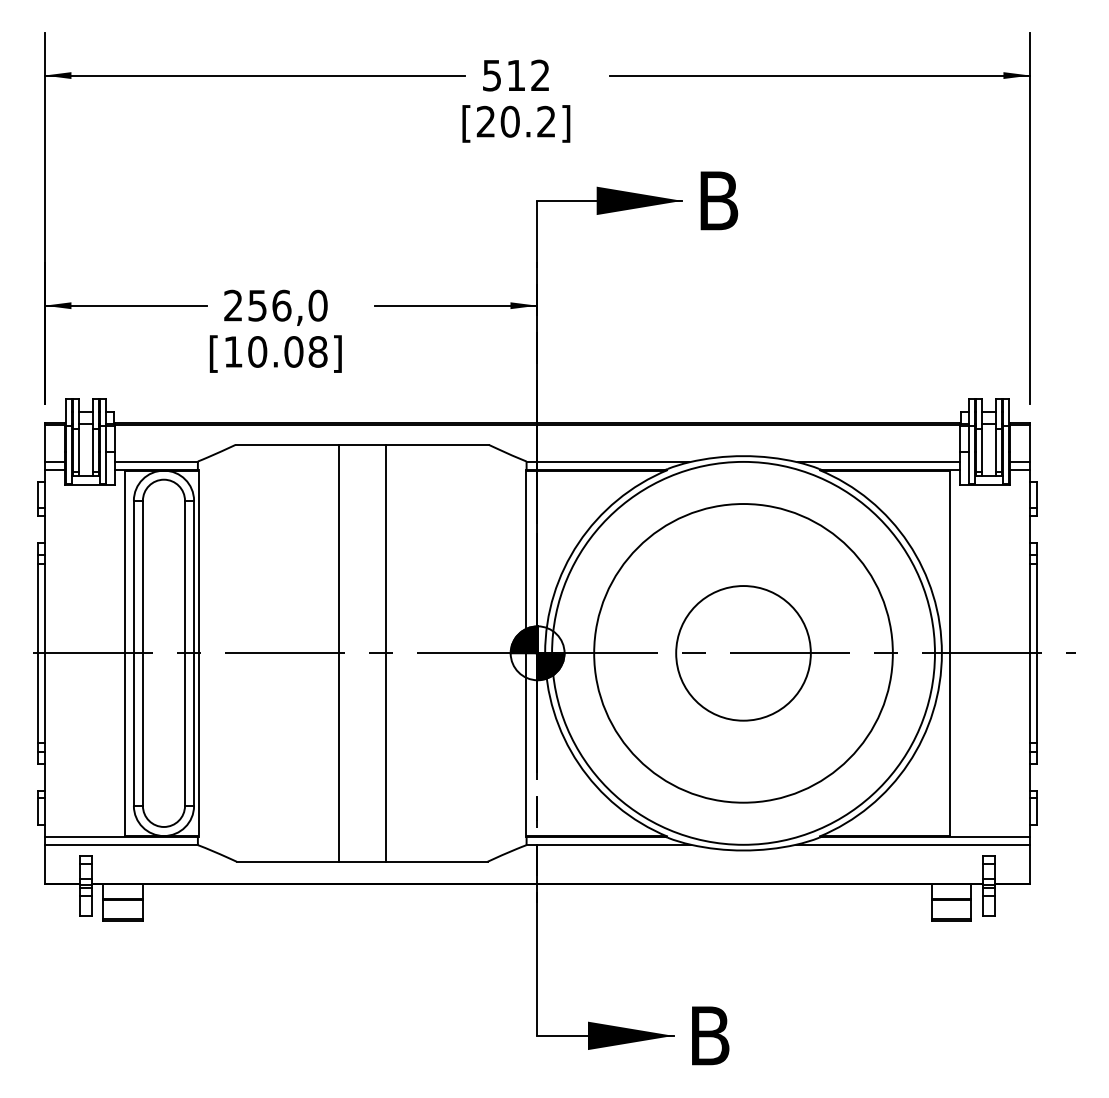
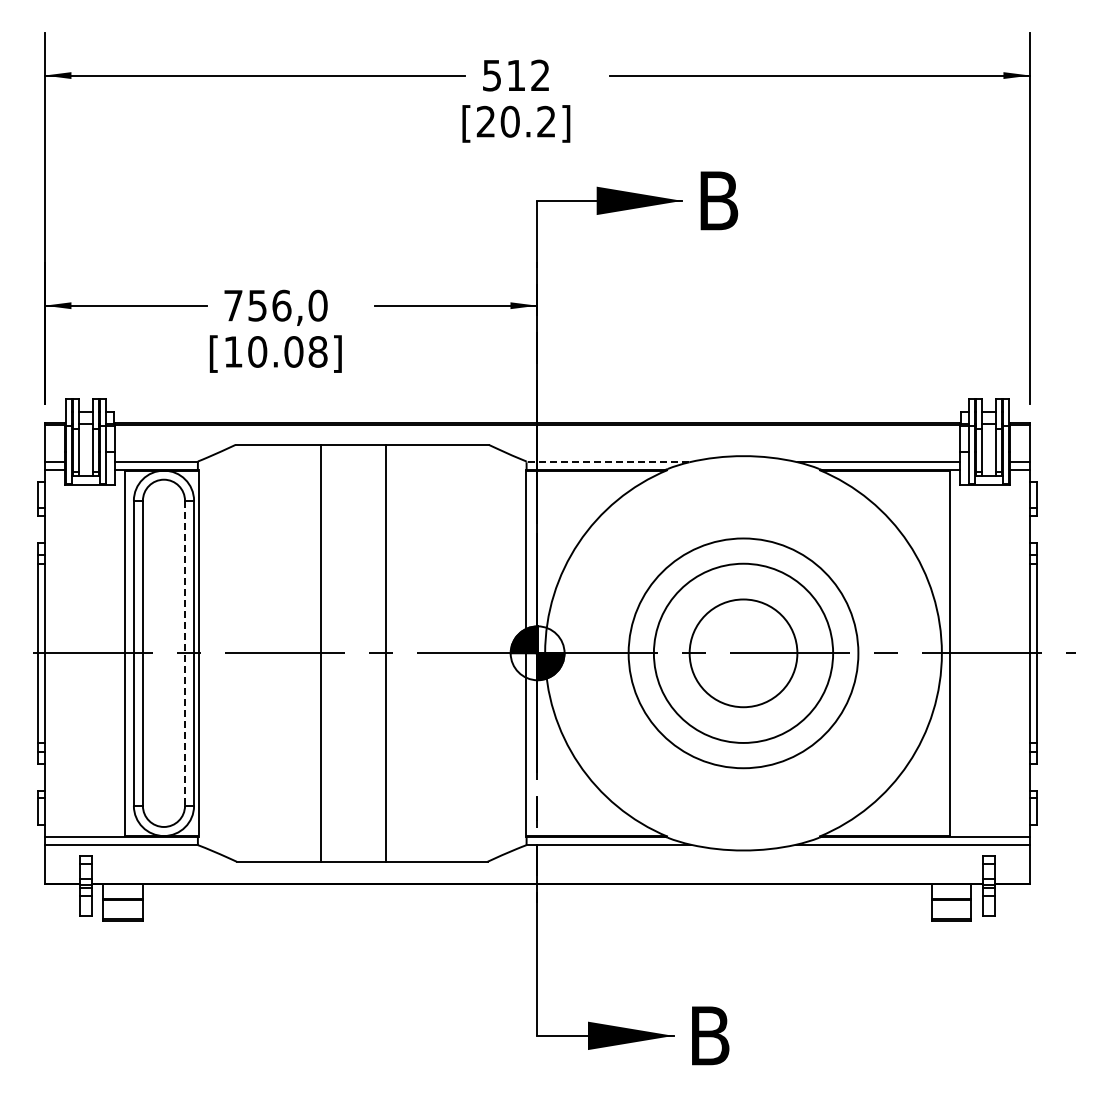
text at (233, 305): 256,0 -> 756,0
line at (607, 462): solid -> dashed
line at (338, 652) position: (338, 652) -> (320, 652)
circle at (743, 652) diameter: 383 px -> 230 px
line at (185, 653): solid -> dashed
circle at (743, 653) diameter: 135 px -> 108 px
circle at (743, 653) diameter: 299 px -> 179 px
